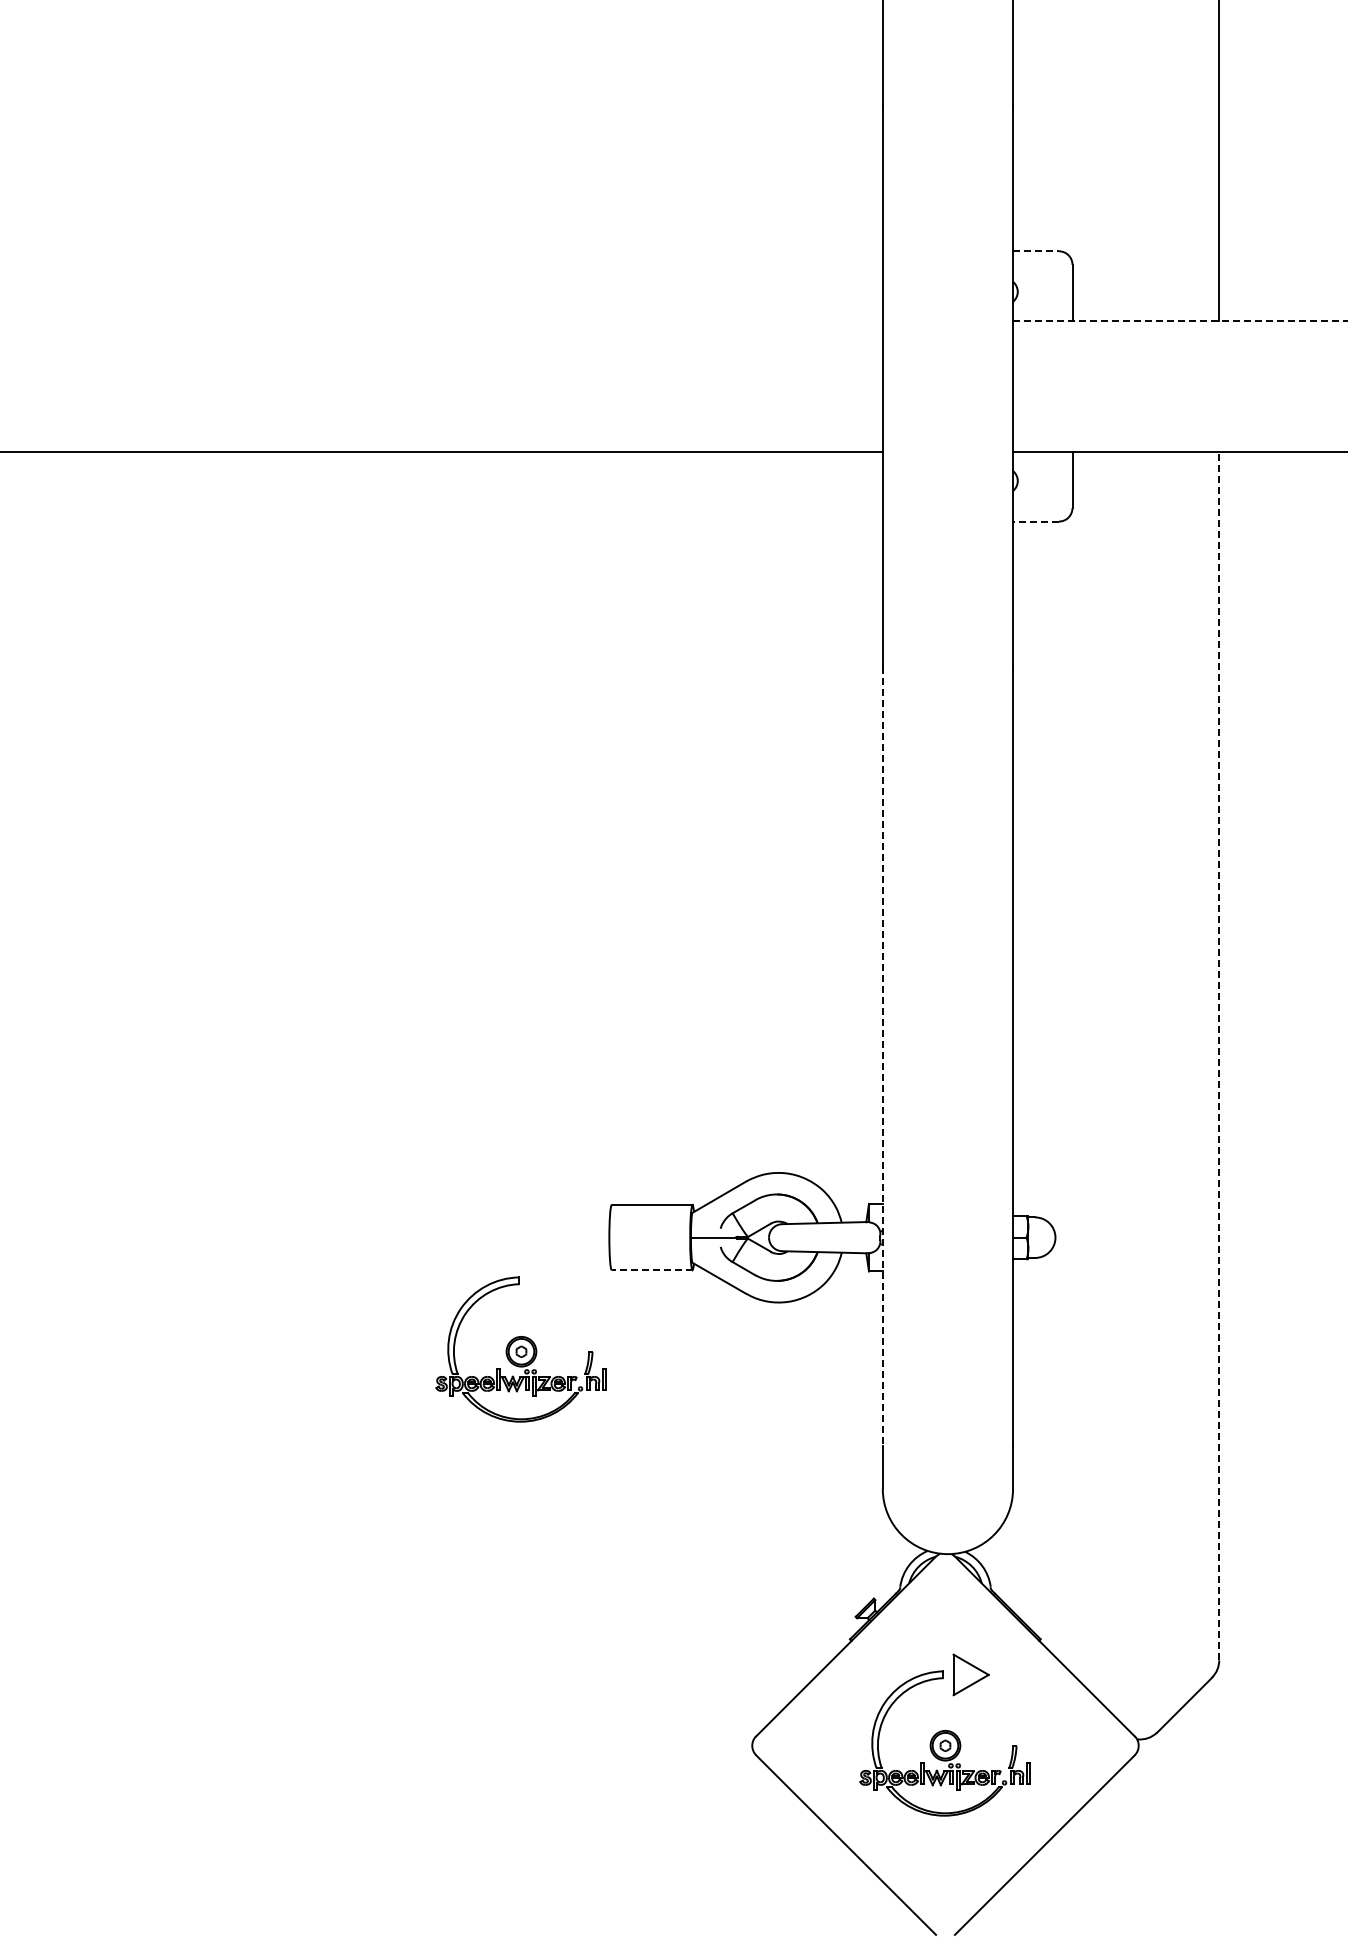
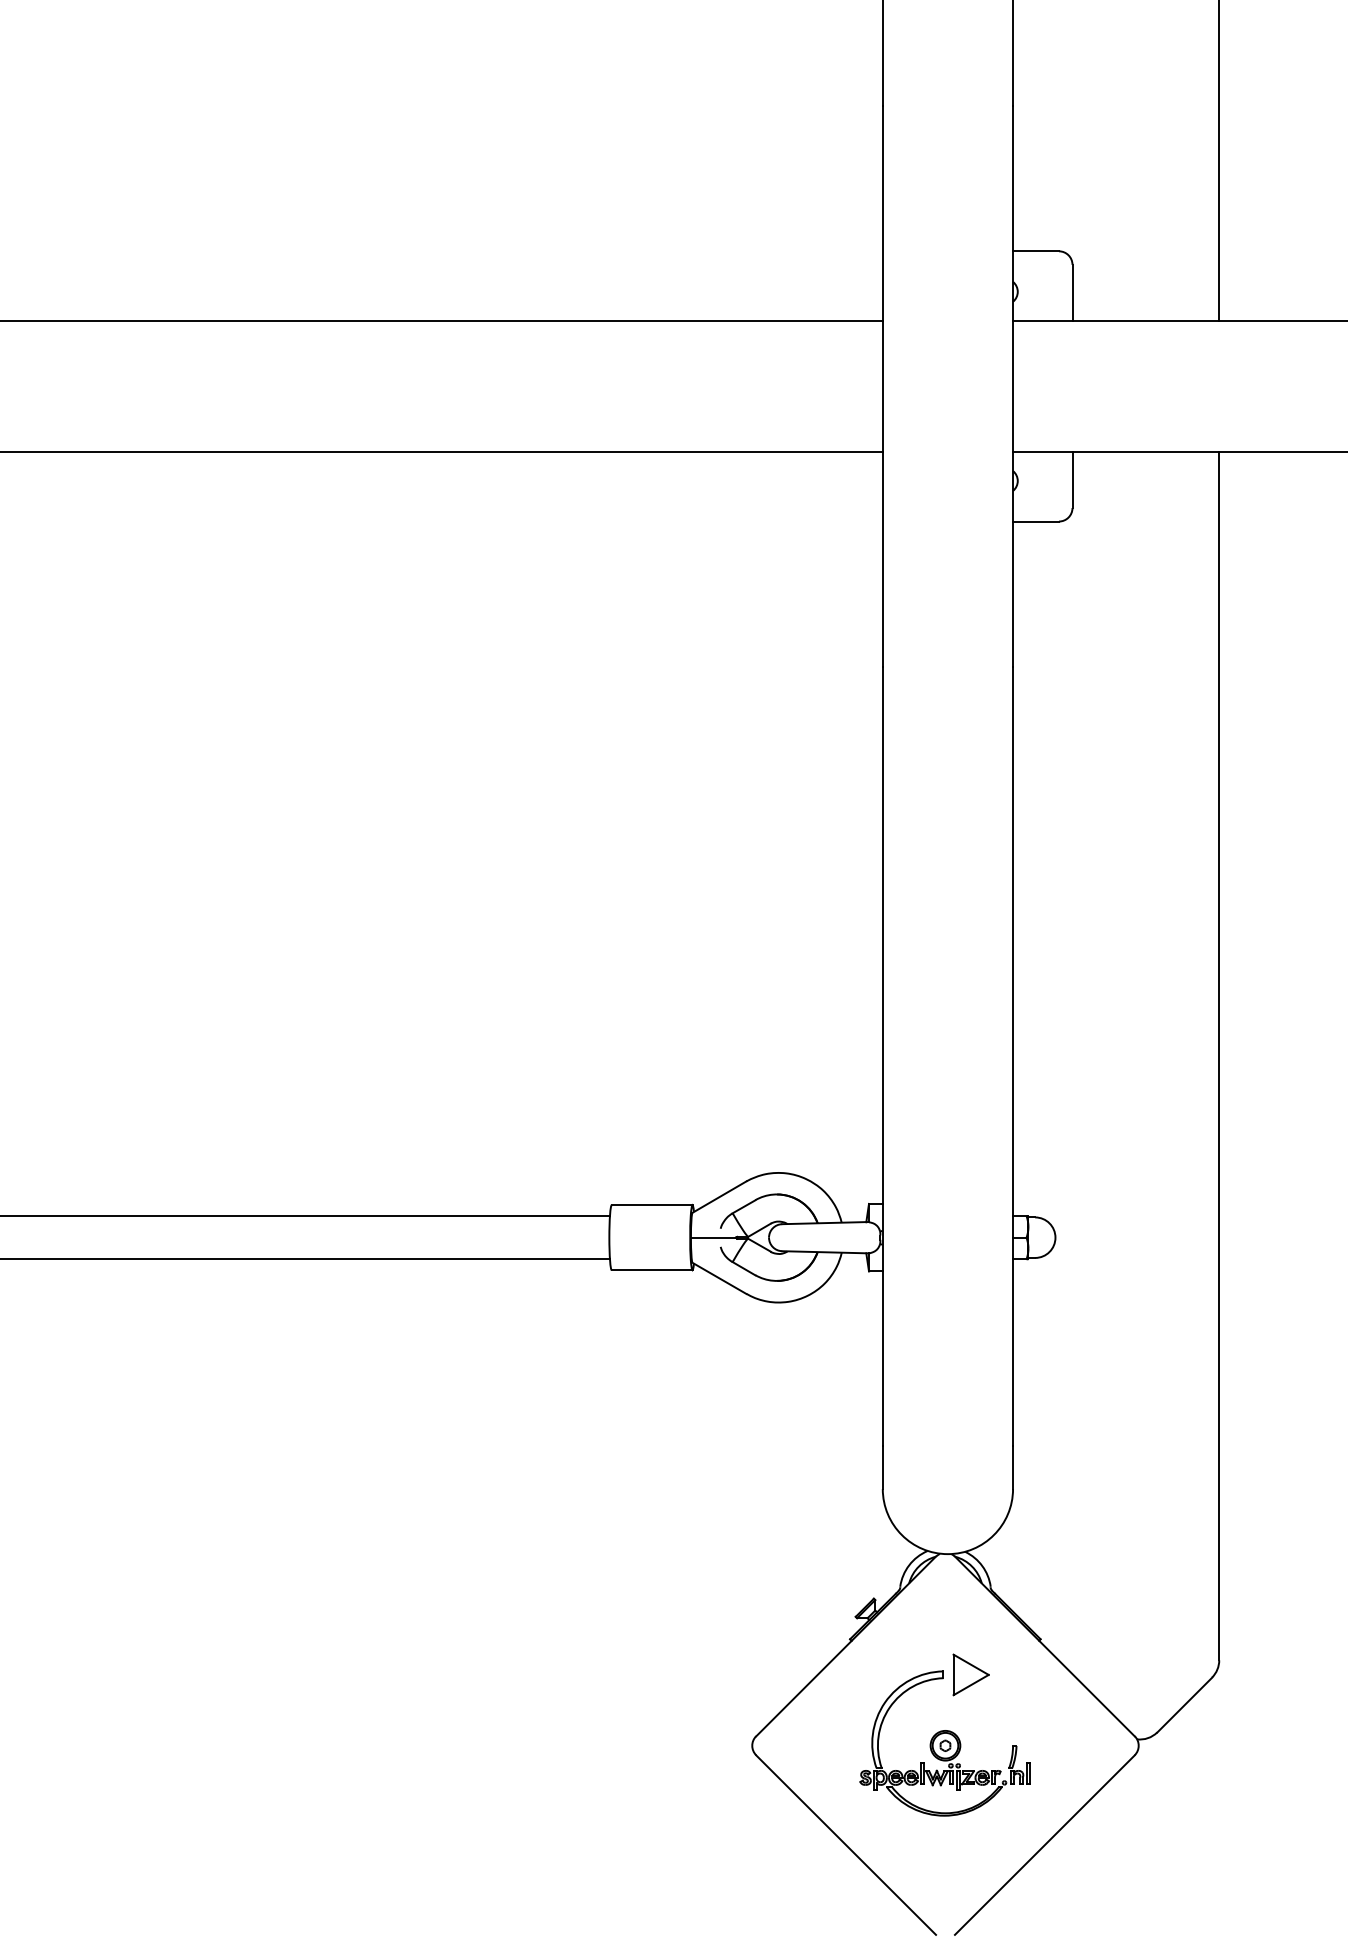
line at (1036, 251): dashed -> solid
line at (442, 321): none -> present
line at (1180, 321): dashed -> solid
line at (1036, 521): dashed -> solid
line at (1219, 1055): dashed -> solid
line at (882, 1057): dashed -> solid
line at (305, 1216): none -> present
line at (305, 1259): none -> present
line at (651, 1270): dashed -> solid
part at (520, 1349): present -> none
